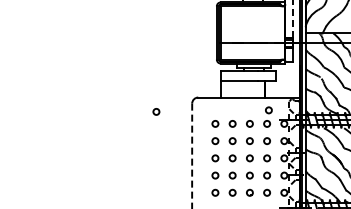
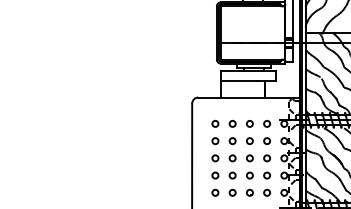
line at (293, 19): dashed -> solid
circle at (268, 110): present -> none
circle at (156, 111): present -> none
line at (192, 156): dashed -> solid
